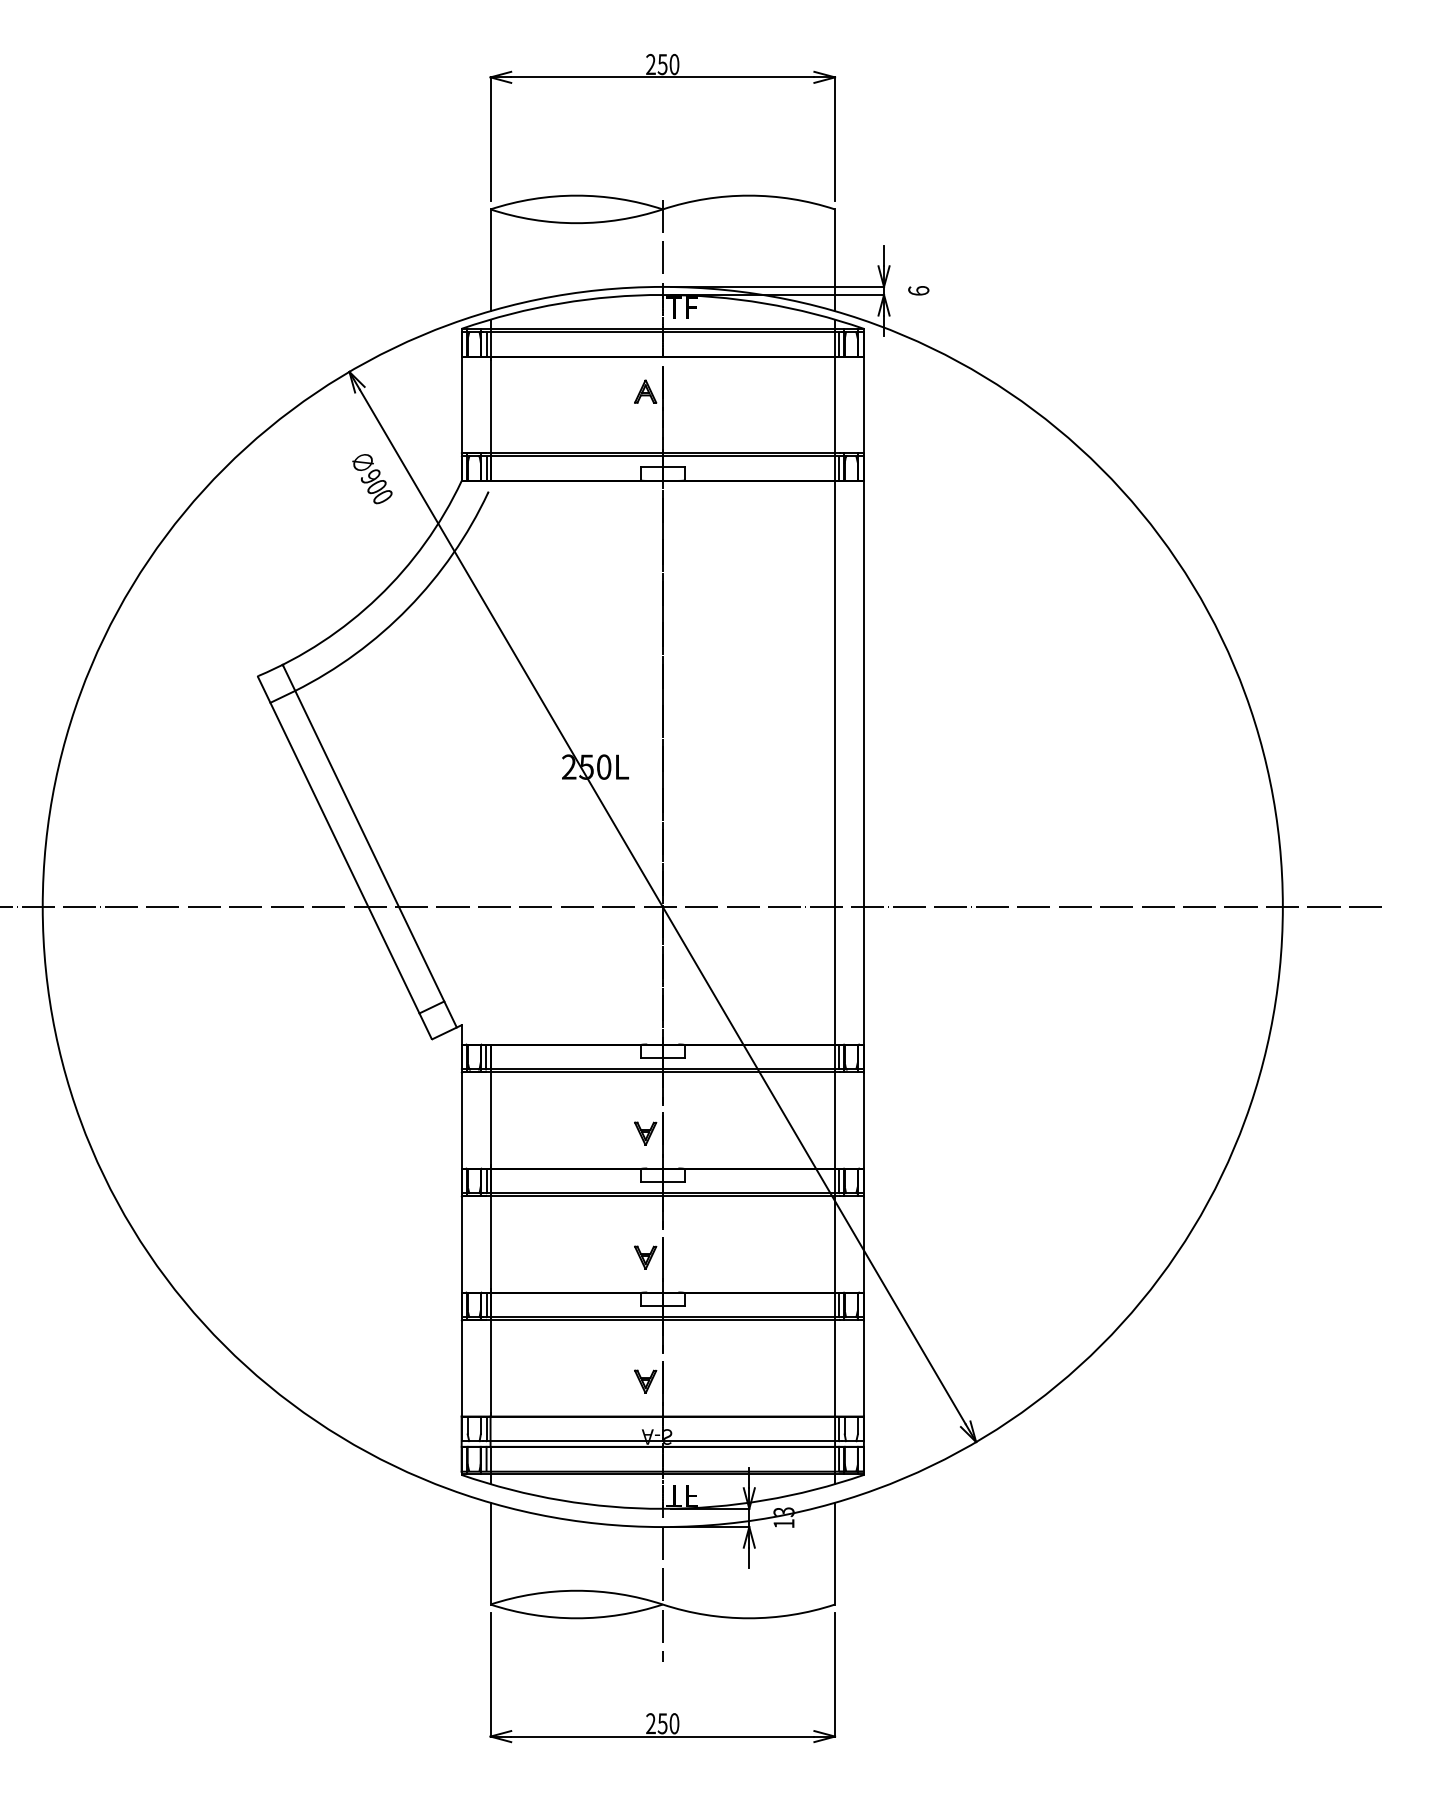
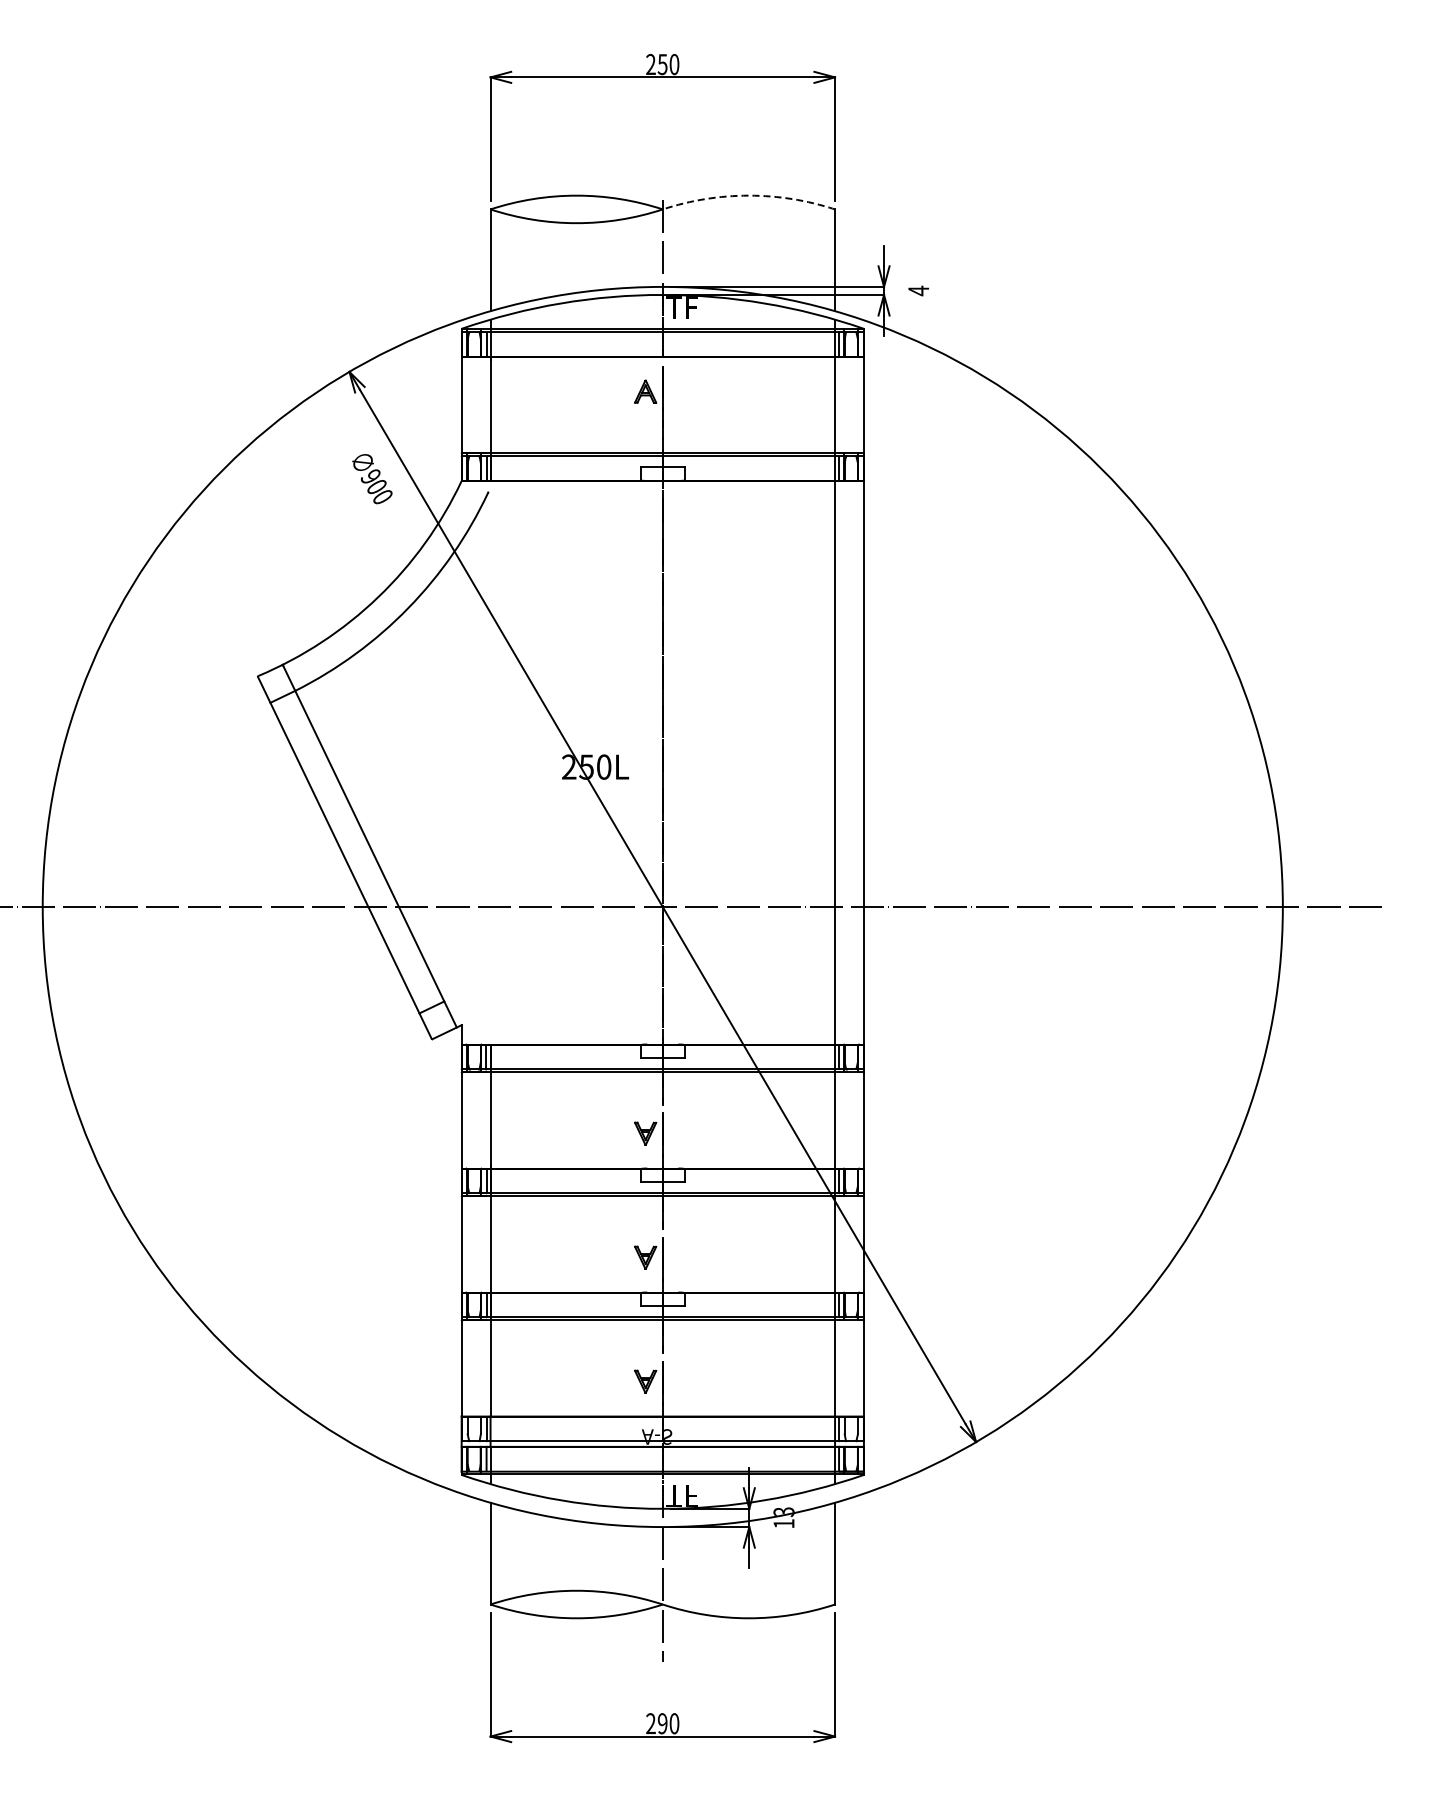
arc at (748, 195): solid -> dashed
text at (918, 290): 6 -> 4
text at (662, 1723): 250 -> 290
